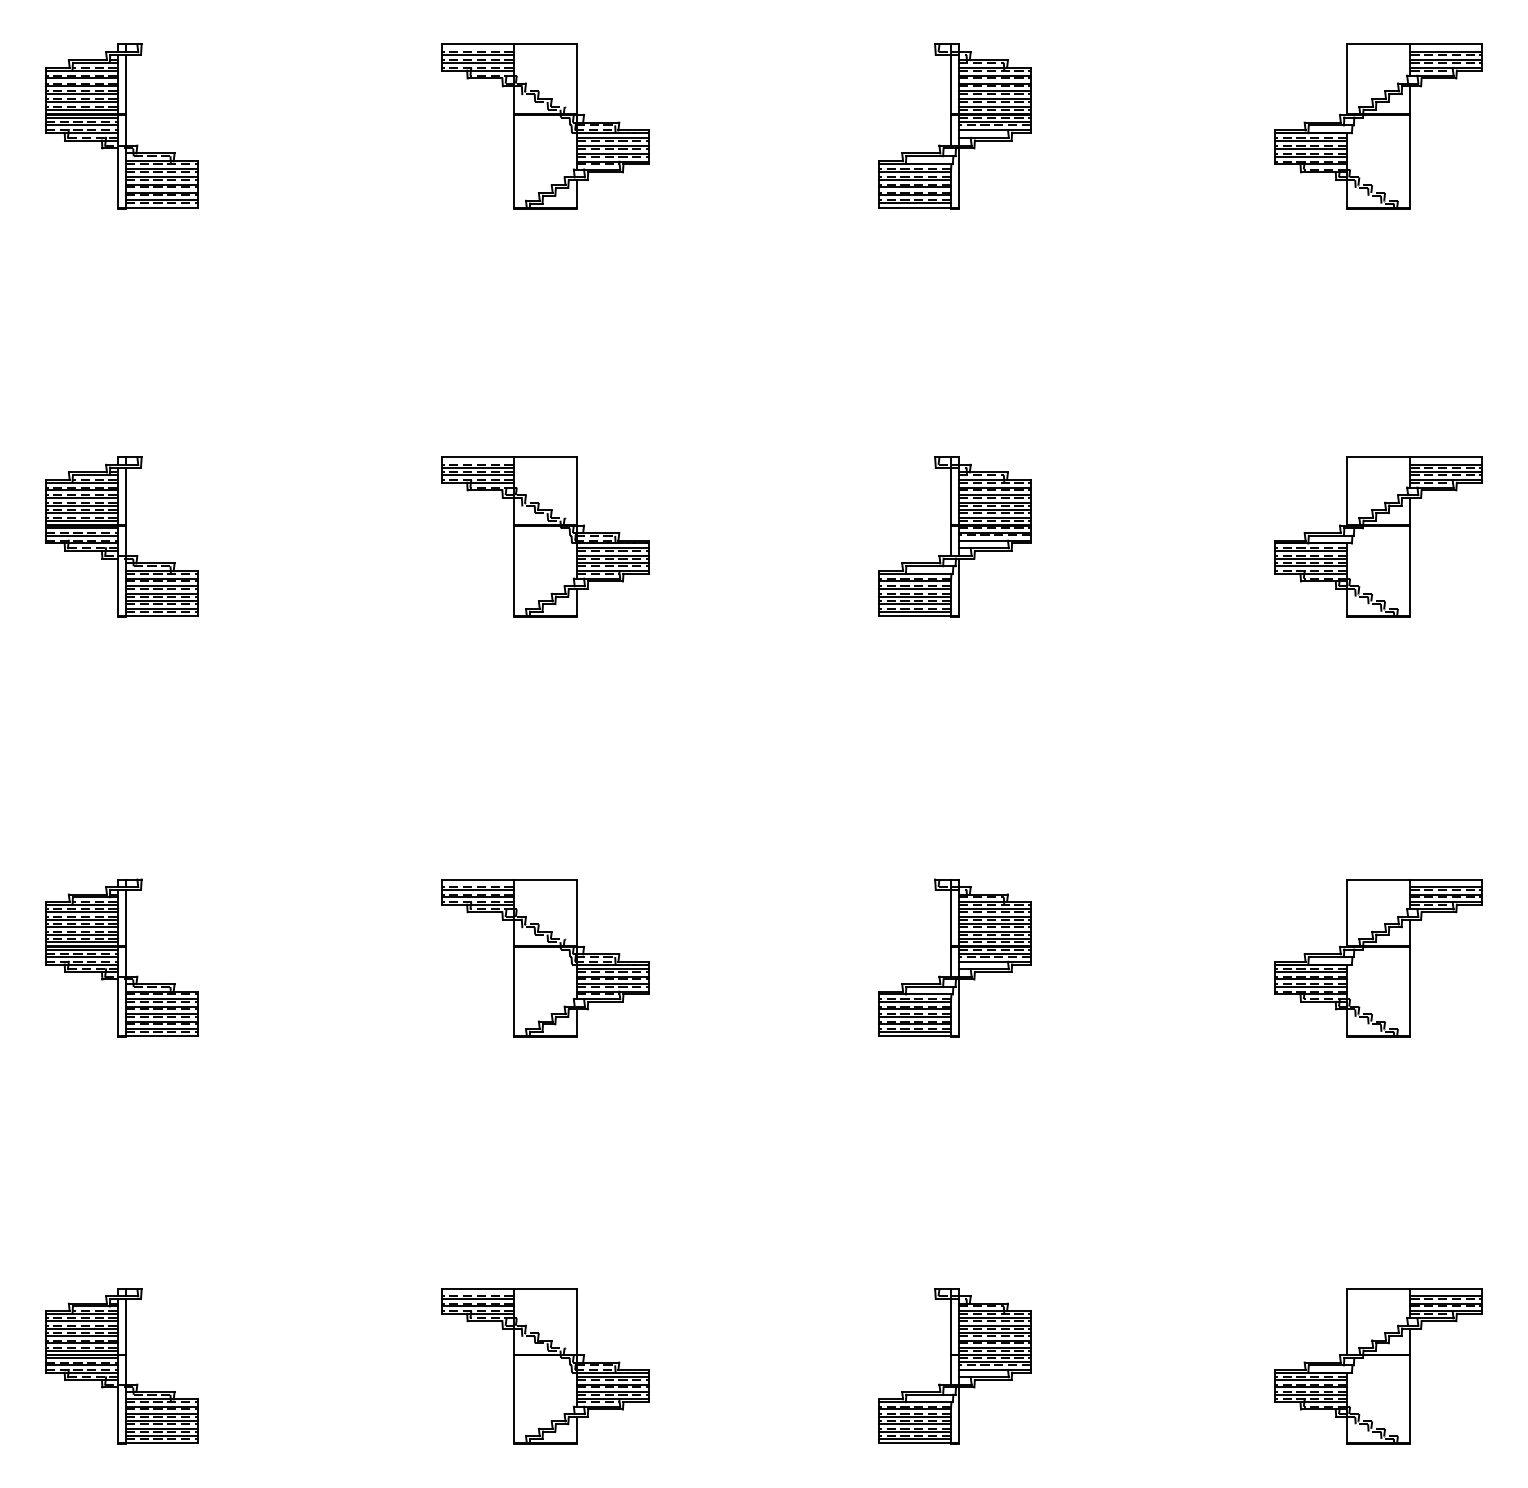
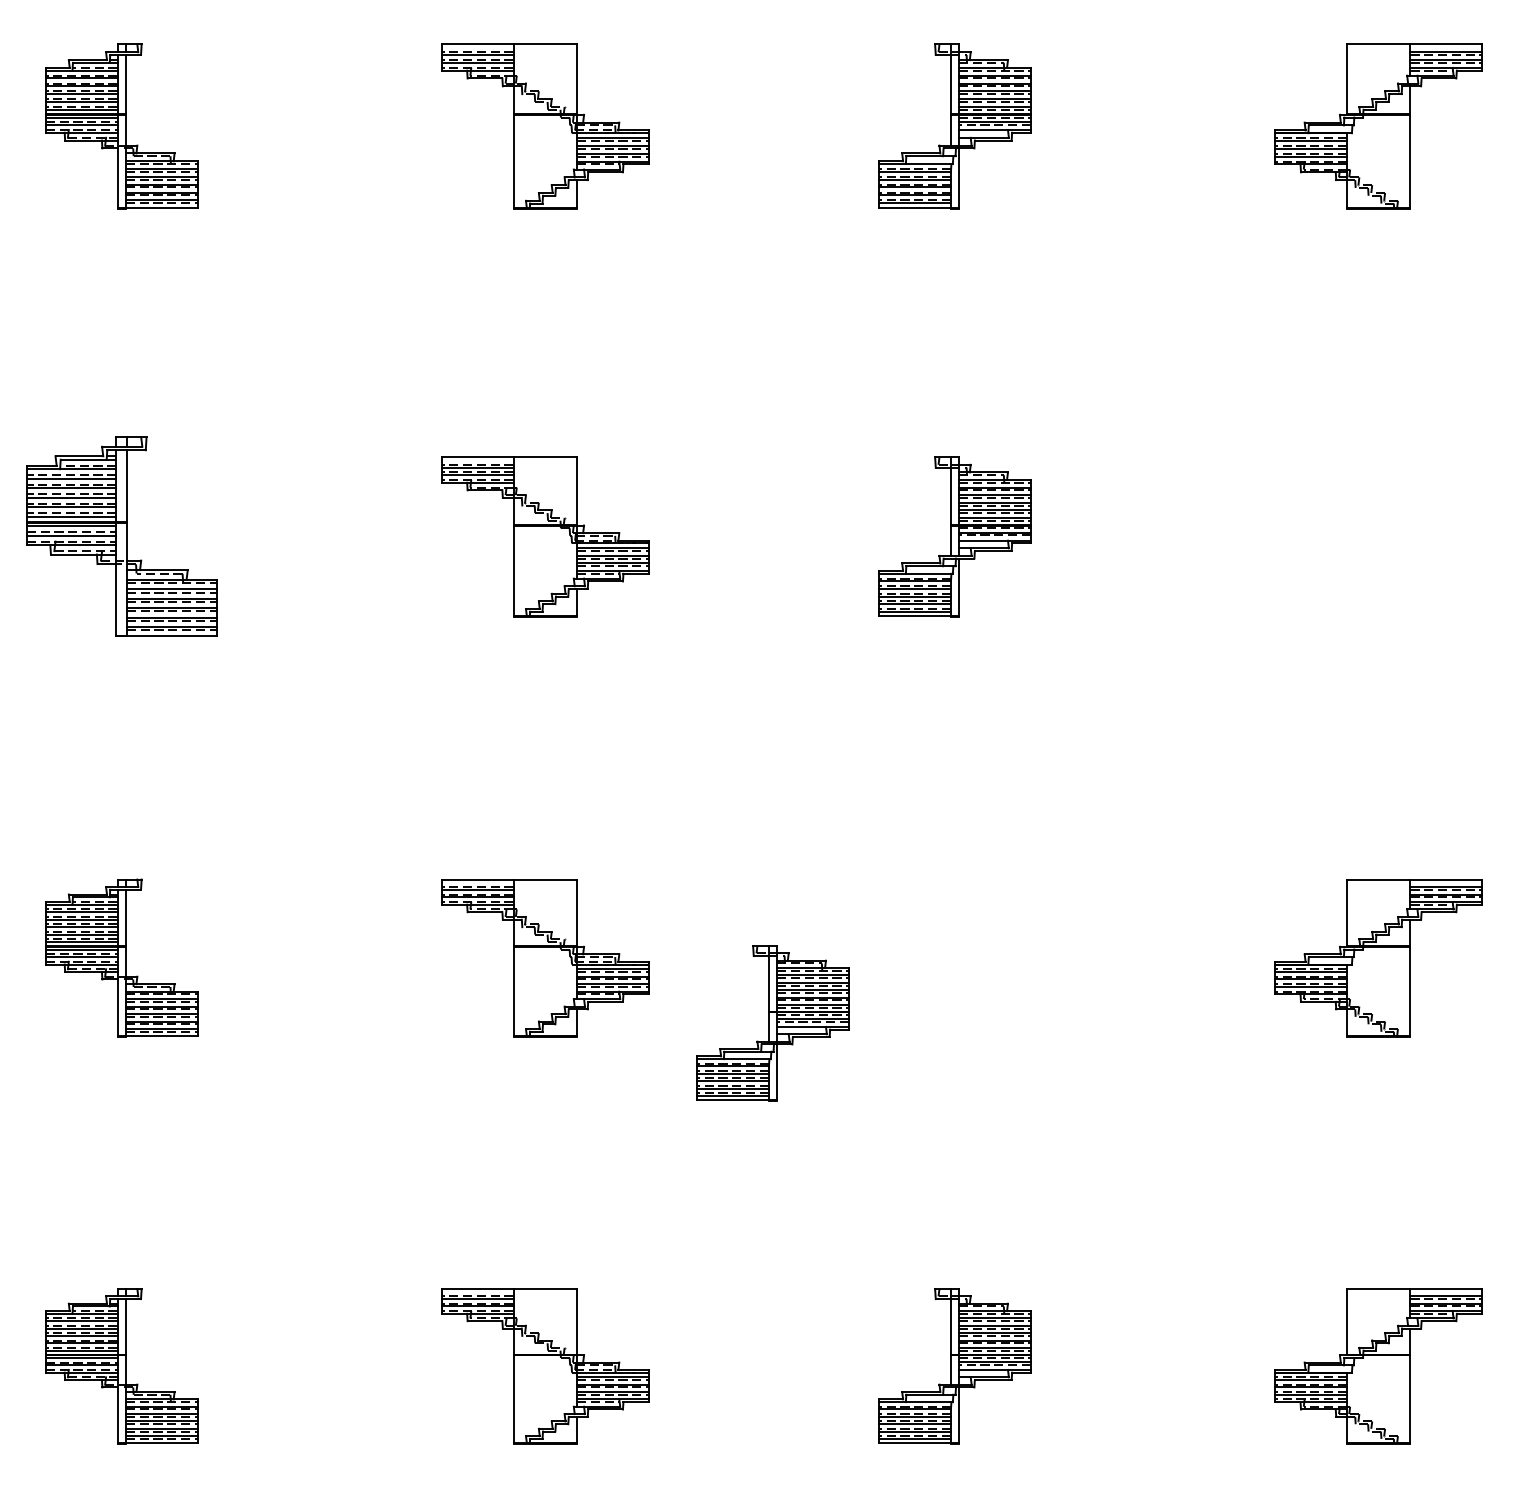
part at (121, 536) size: 154x162 px -> 192x201 px
part at (1378, 536): present -> none
part at (954, 957): present -> none
part at (772, 1023): none -> present
